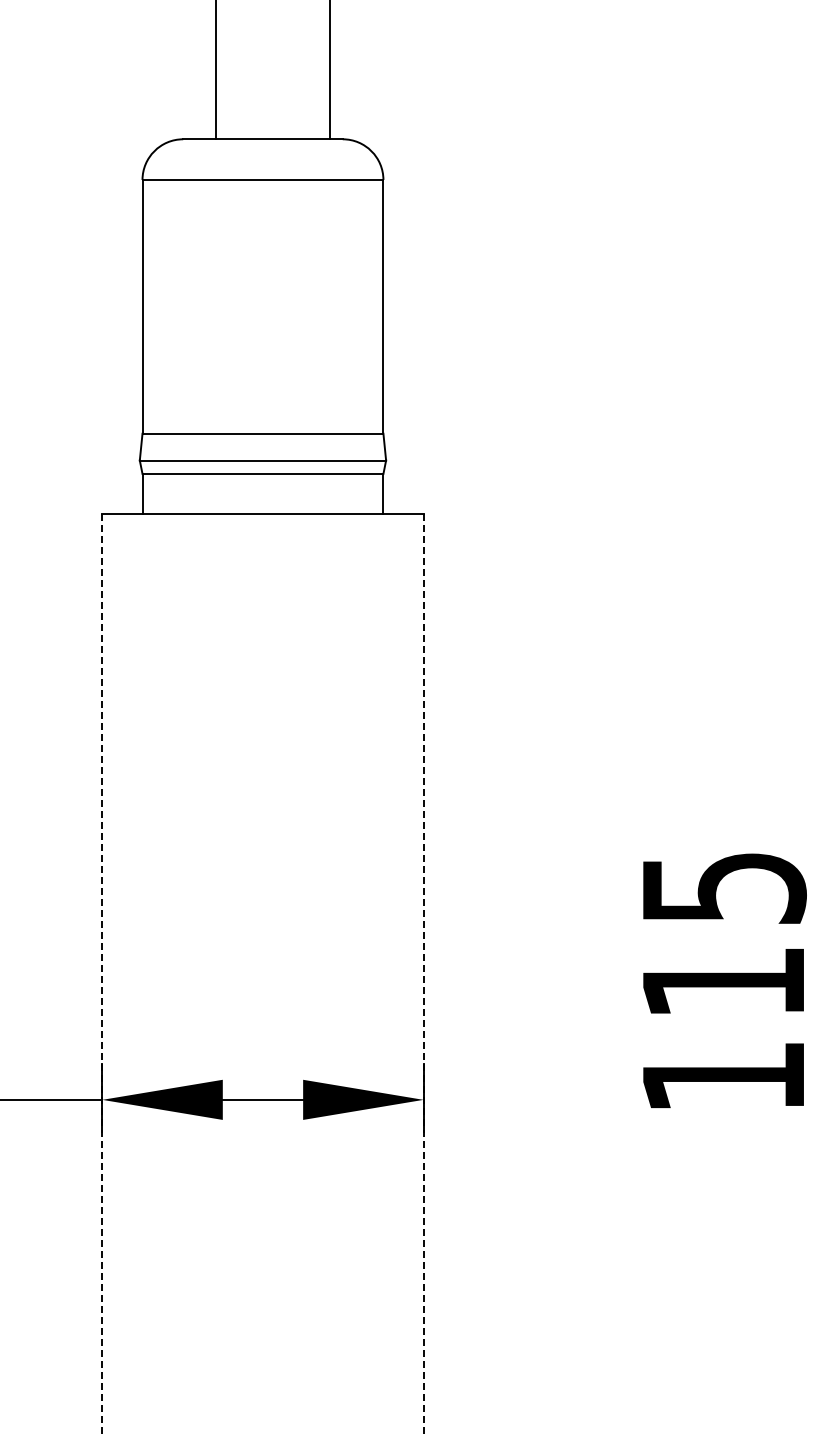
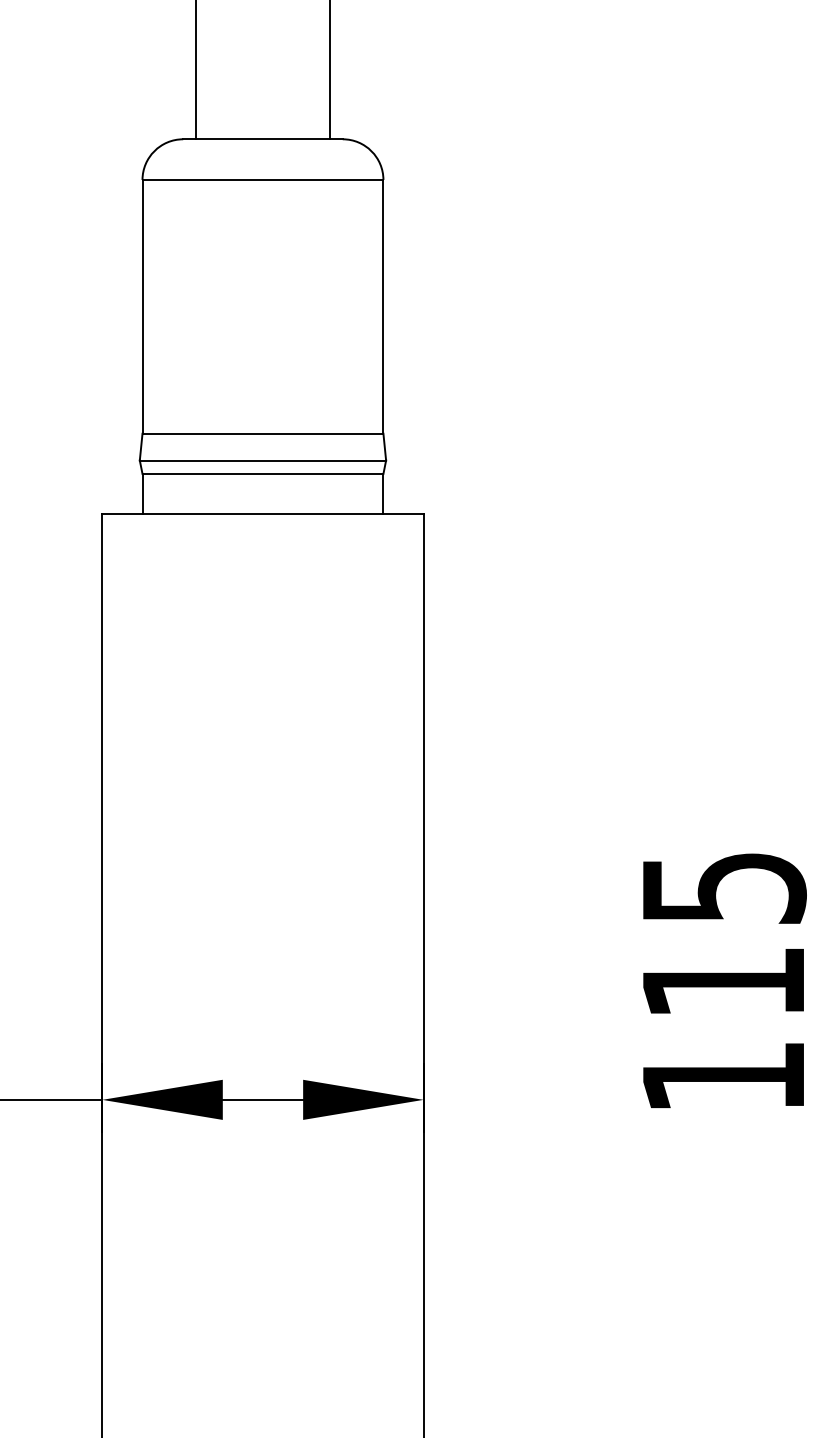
line at (216, 70) position: (216, 70) -> (196, 70)
line at (102, 975): dashed -> solid
line at (423, 975): dashed -> solid
